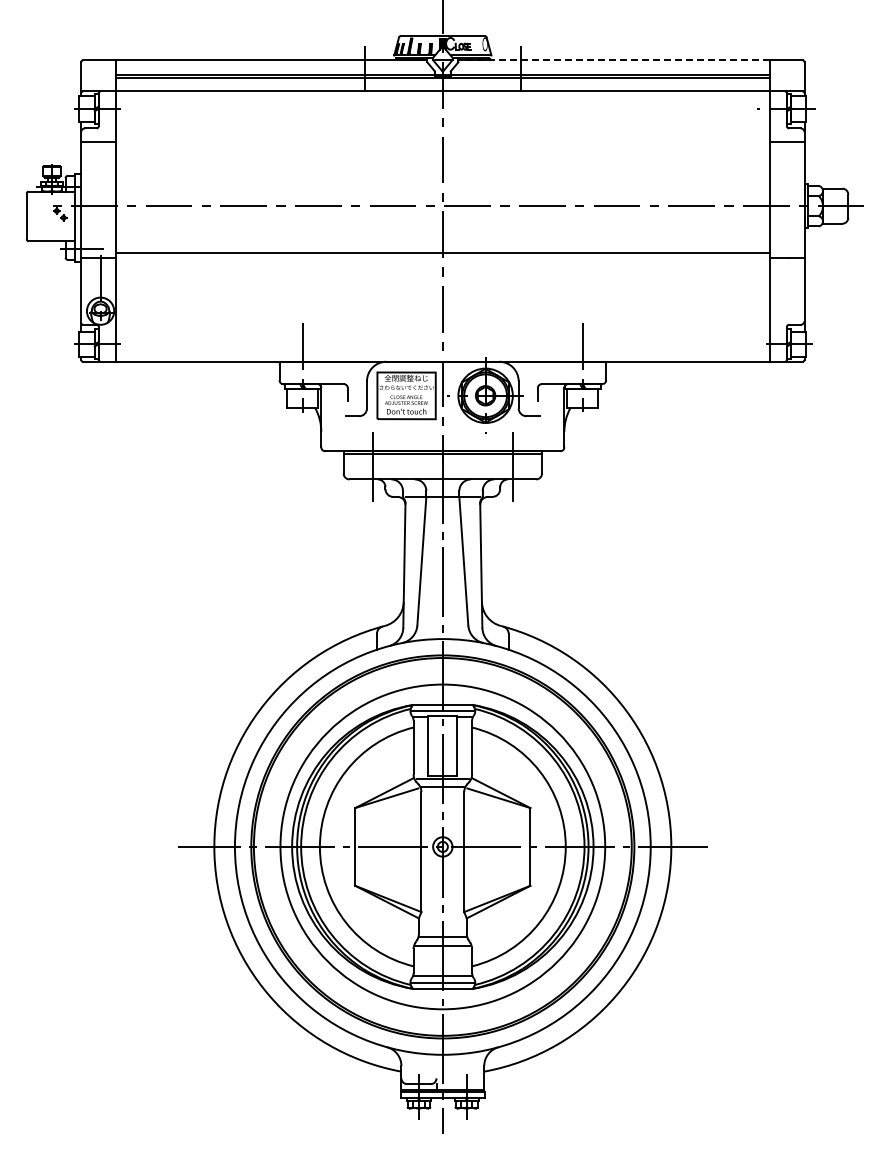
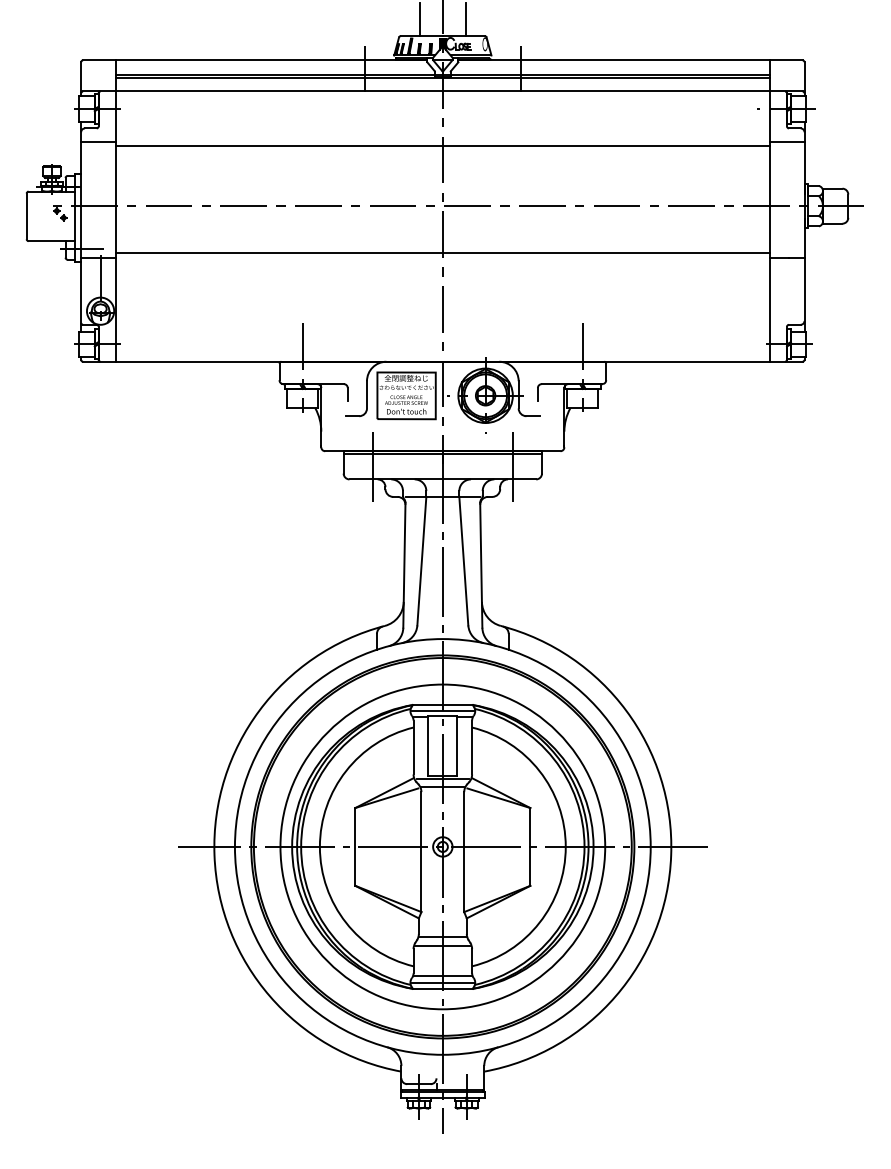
line at (419, 19): none -> present
line at (466, 19): none -> present
line at (613, 60): dashed -> solid
line at (442, 145): none -> present
